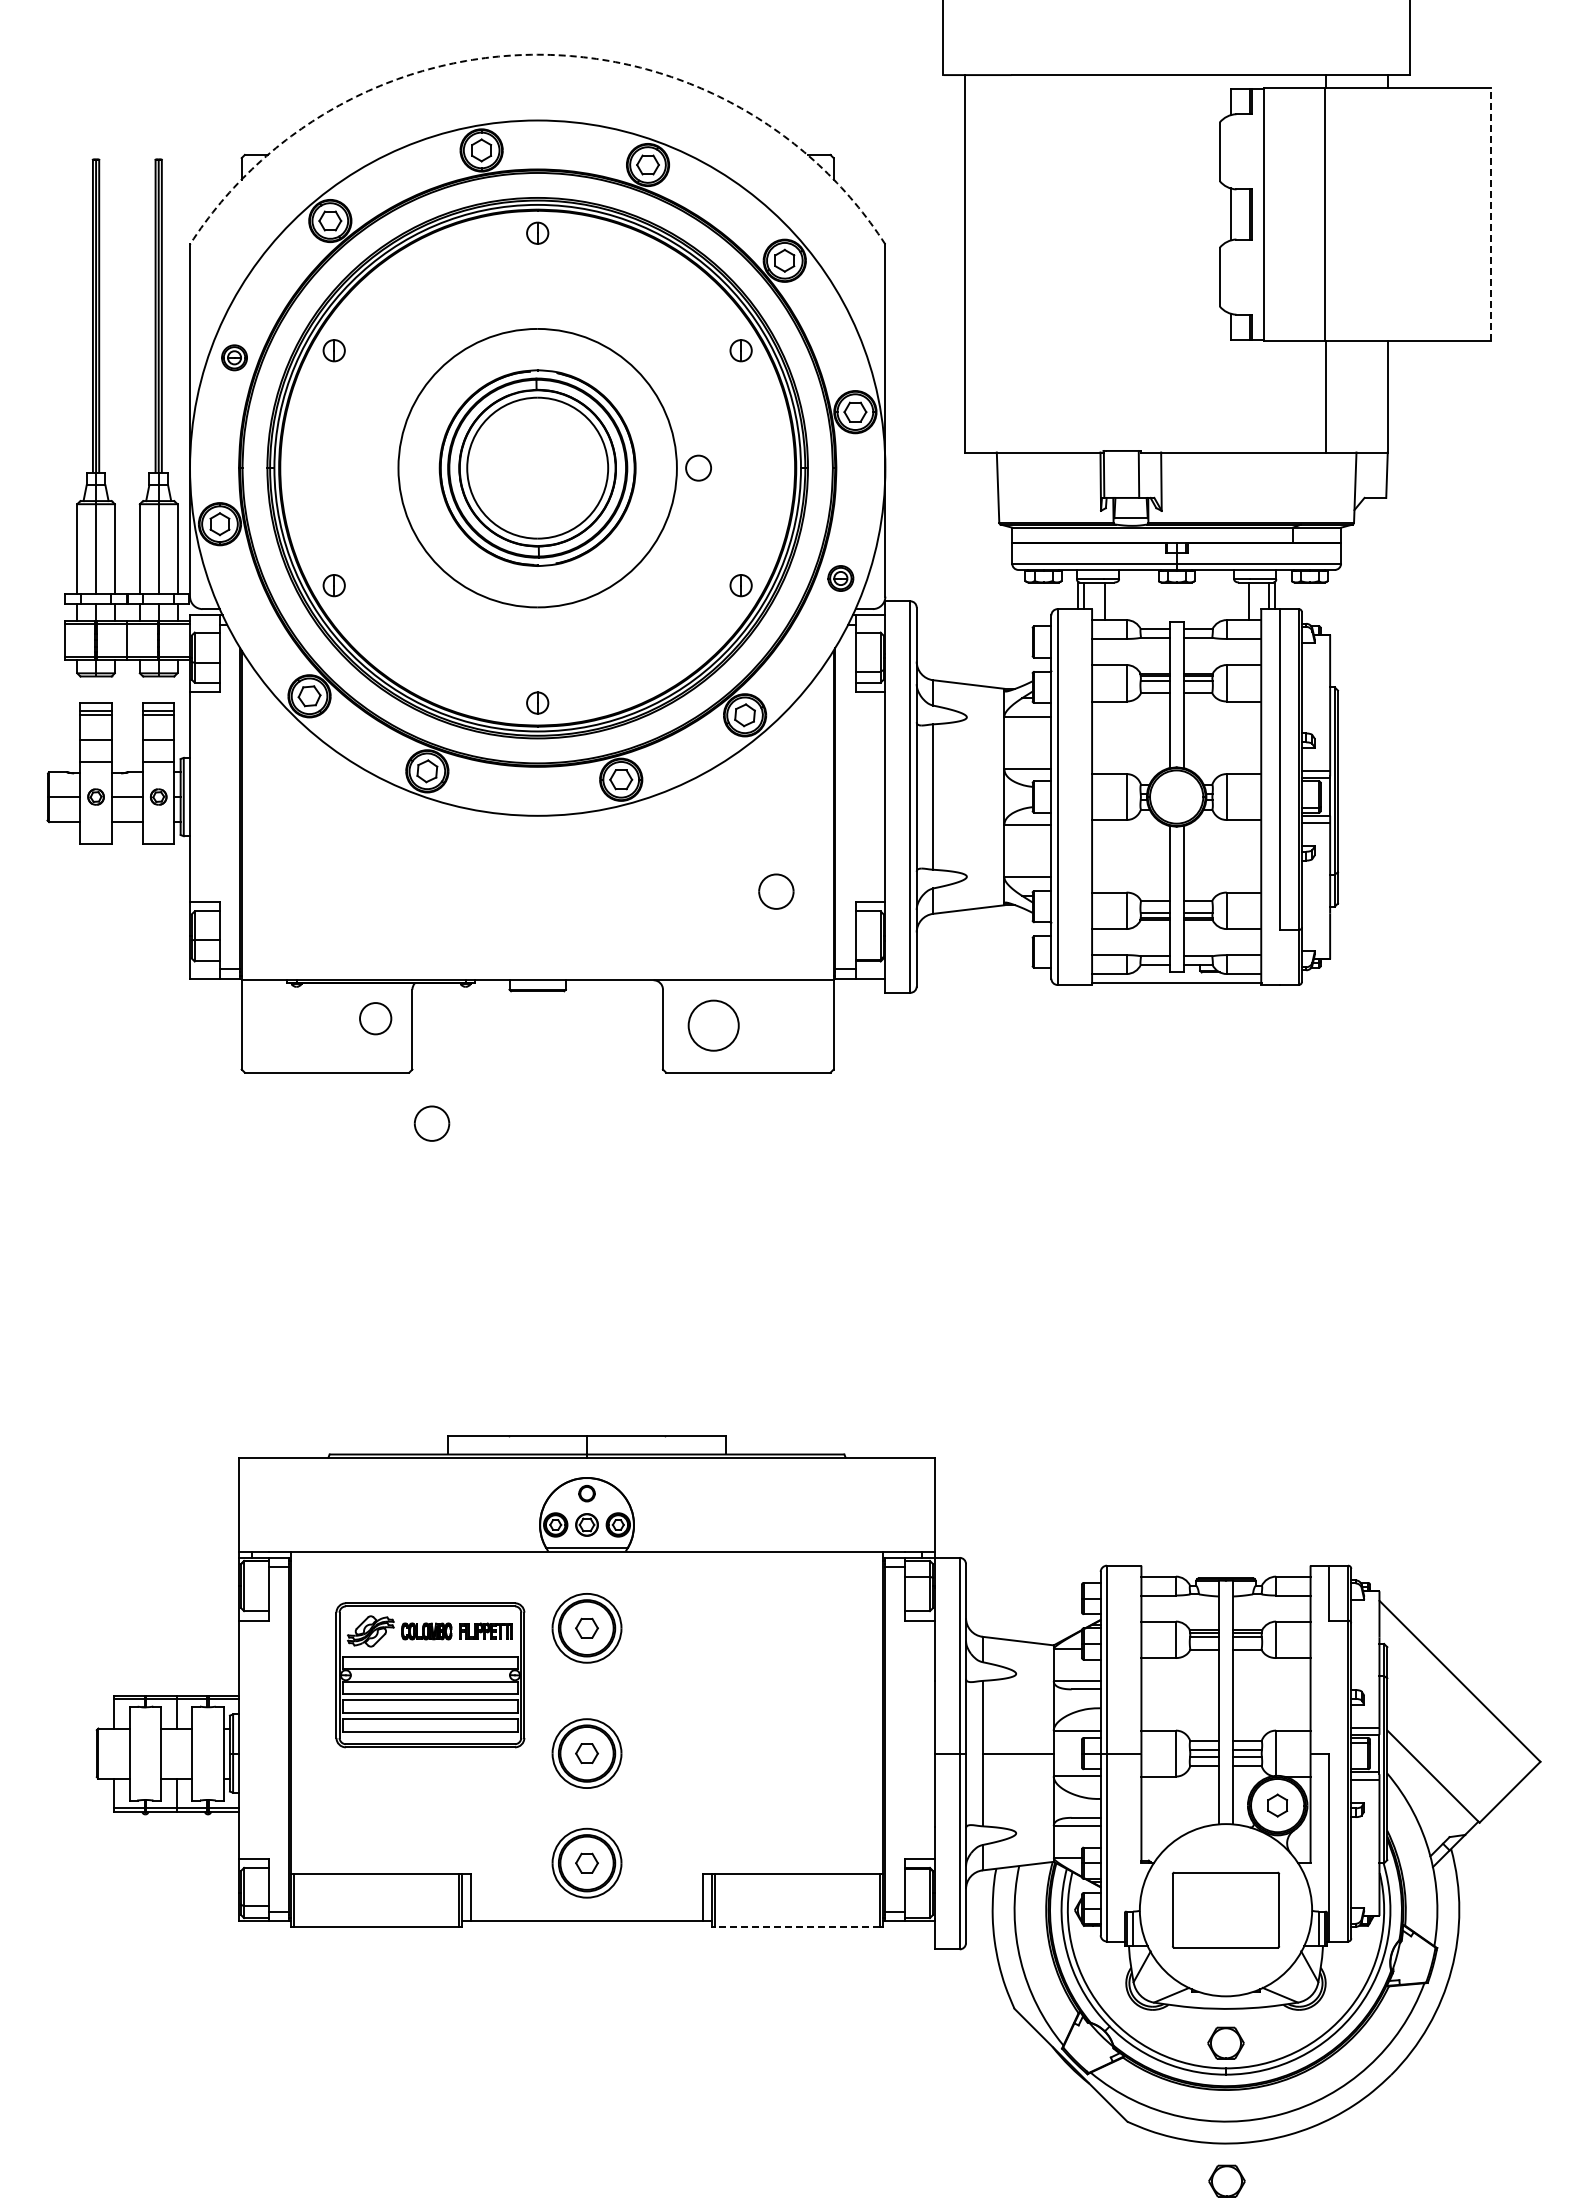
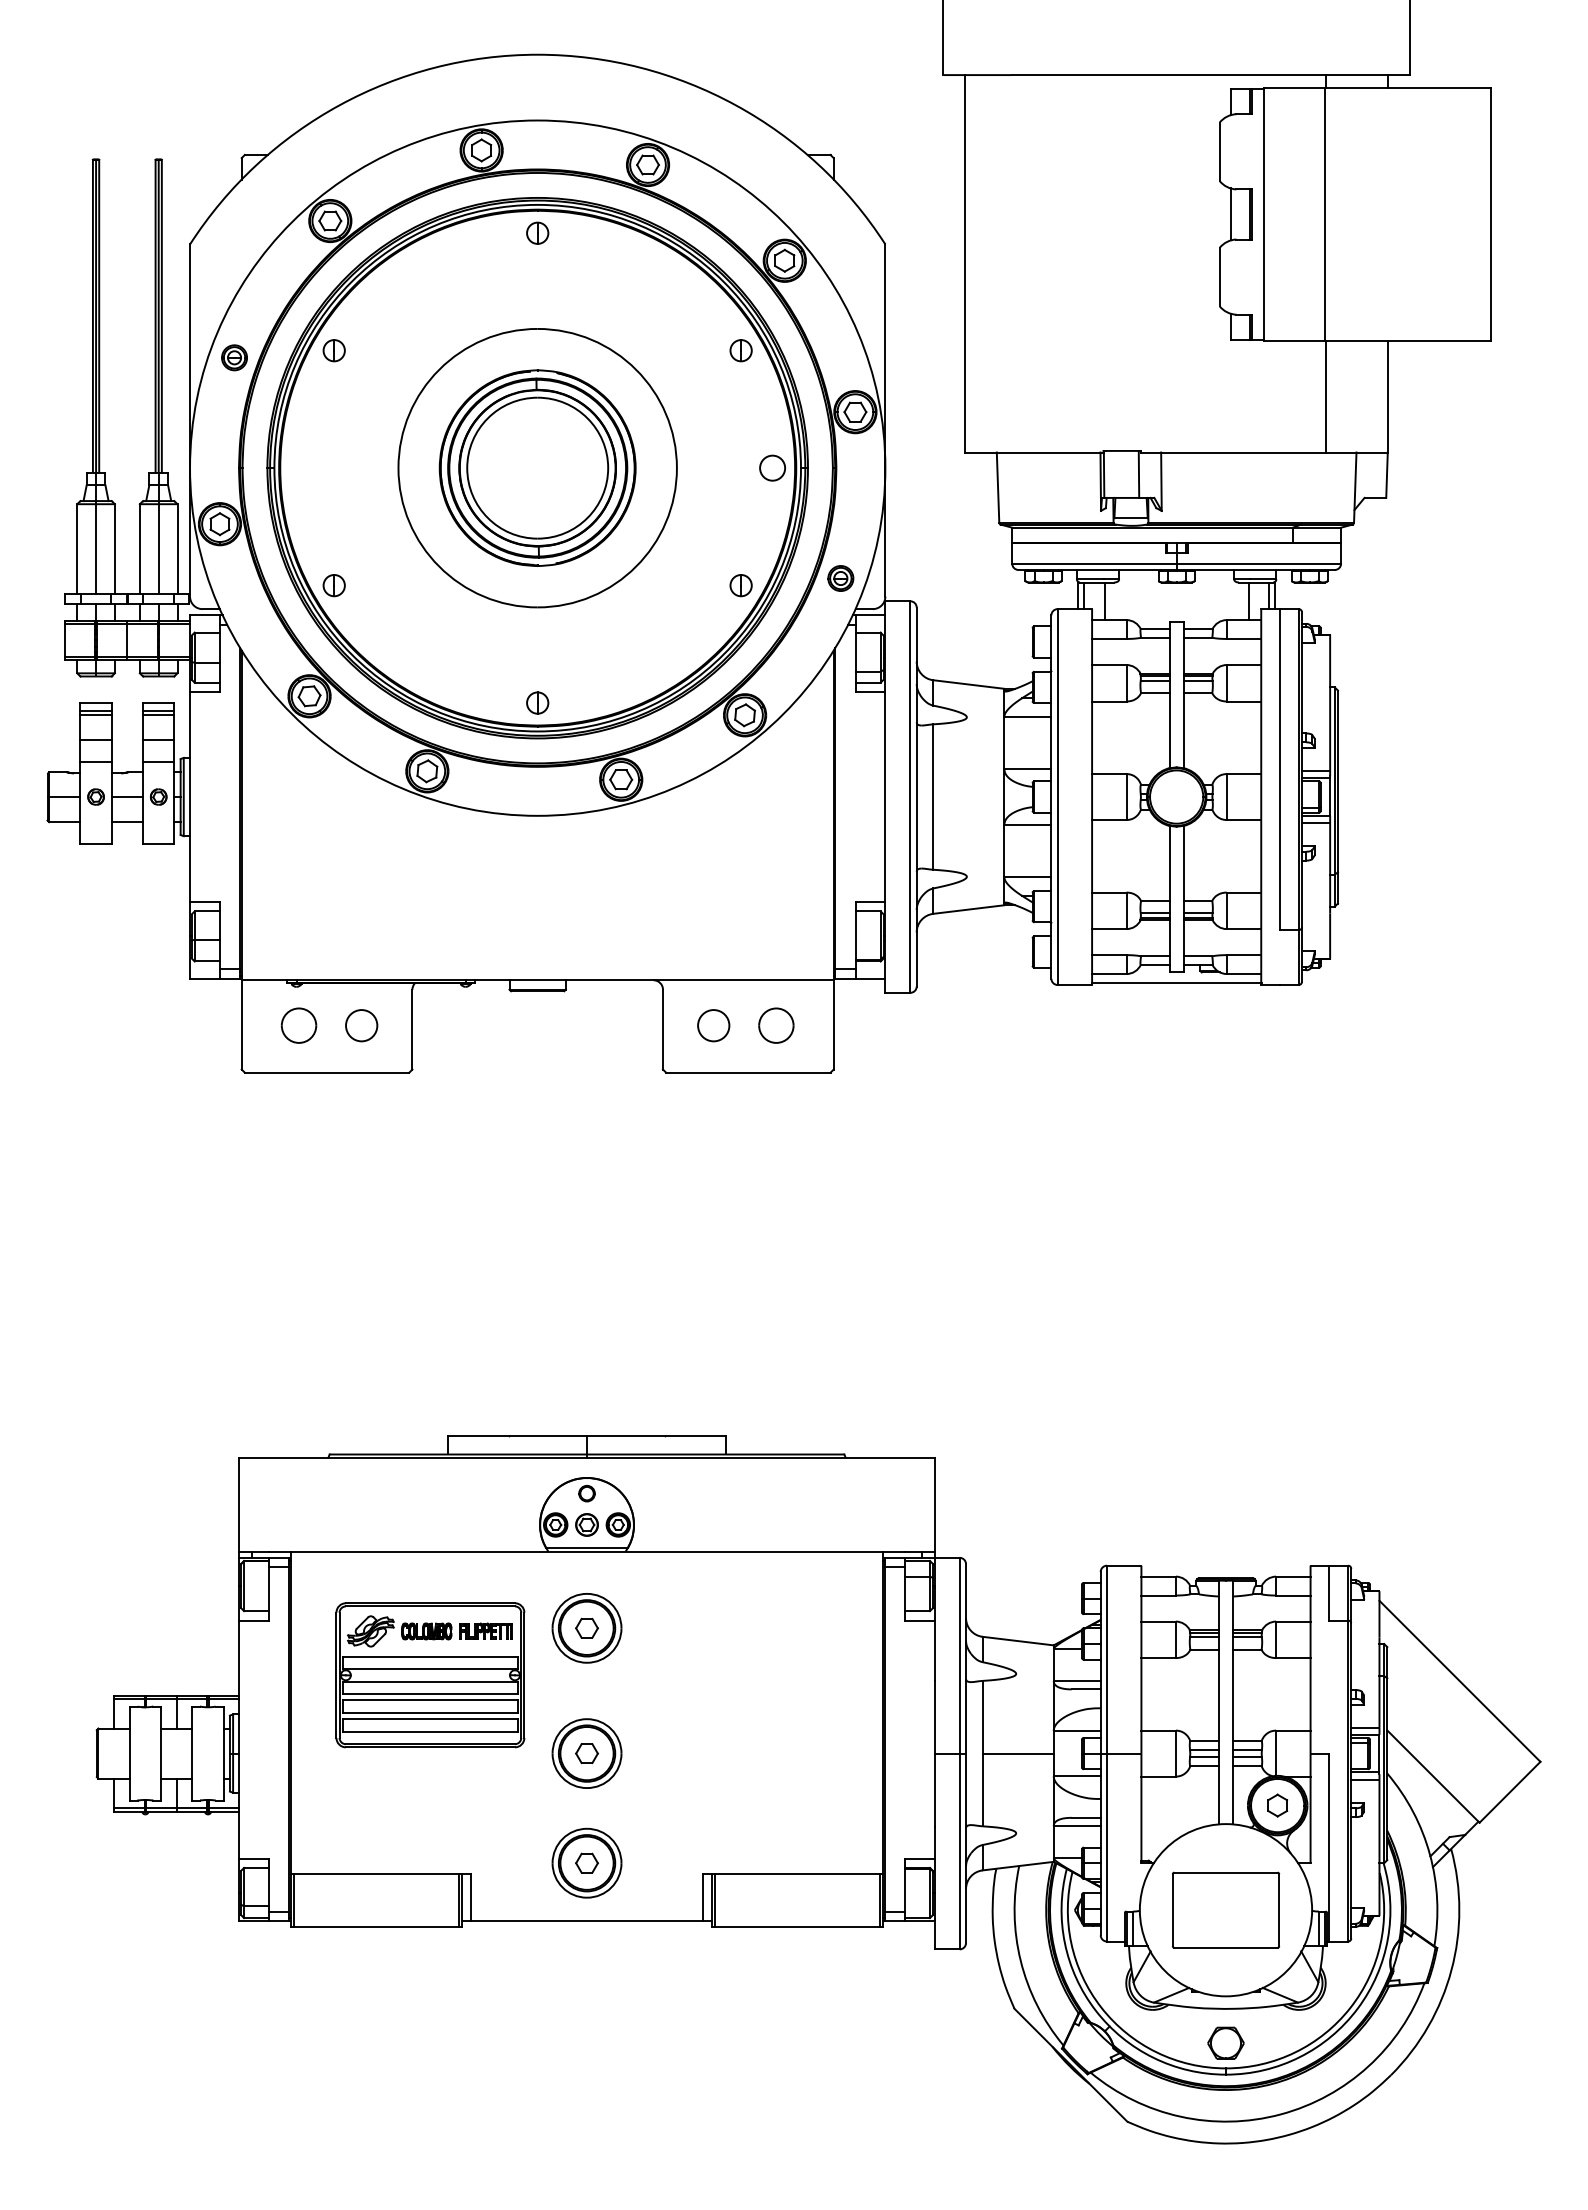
arc at (537, 54): dashed -> solid
line at (1491, 214): dashed -> solid
circle at (698, 467) position: (698, 467) -> (772, 467)
part at (776, 891) position: (776, 891) -> (776, 1025)
circle at (375, 1018) position: (375, 1018) -> (361, 1025)
circle at (713, 1025) diameter: 50 px -> 31 px
part at (431, 1123) position: (431, 1123) -> (298, 1025)
line at (797, 1927): dashed -> solid
part at (1226, 2180): present -> none
